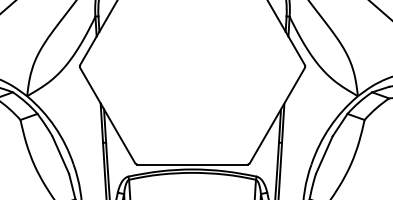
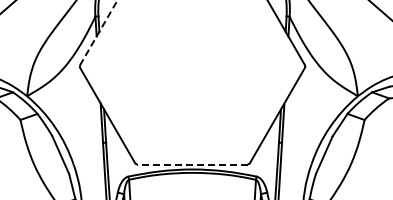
line at (98, 32): solid -> dashed
line at (192, 164): solid -> dashed
